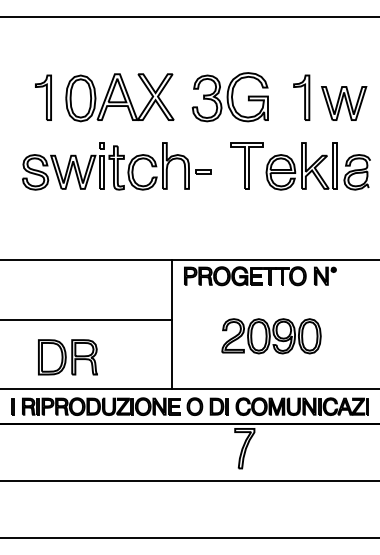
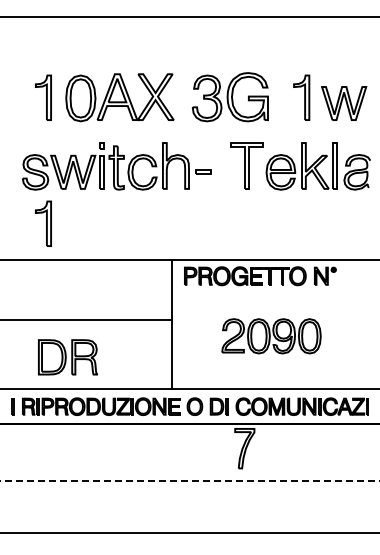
part at (43, 223): none -> present
line at (190, 481): solid -> dashed
line at (189, 538) position: (189, 538) -> (189, 533)
